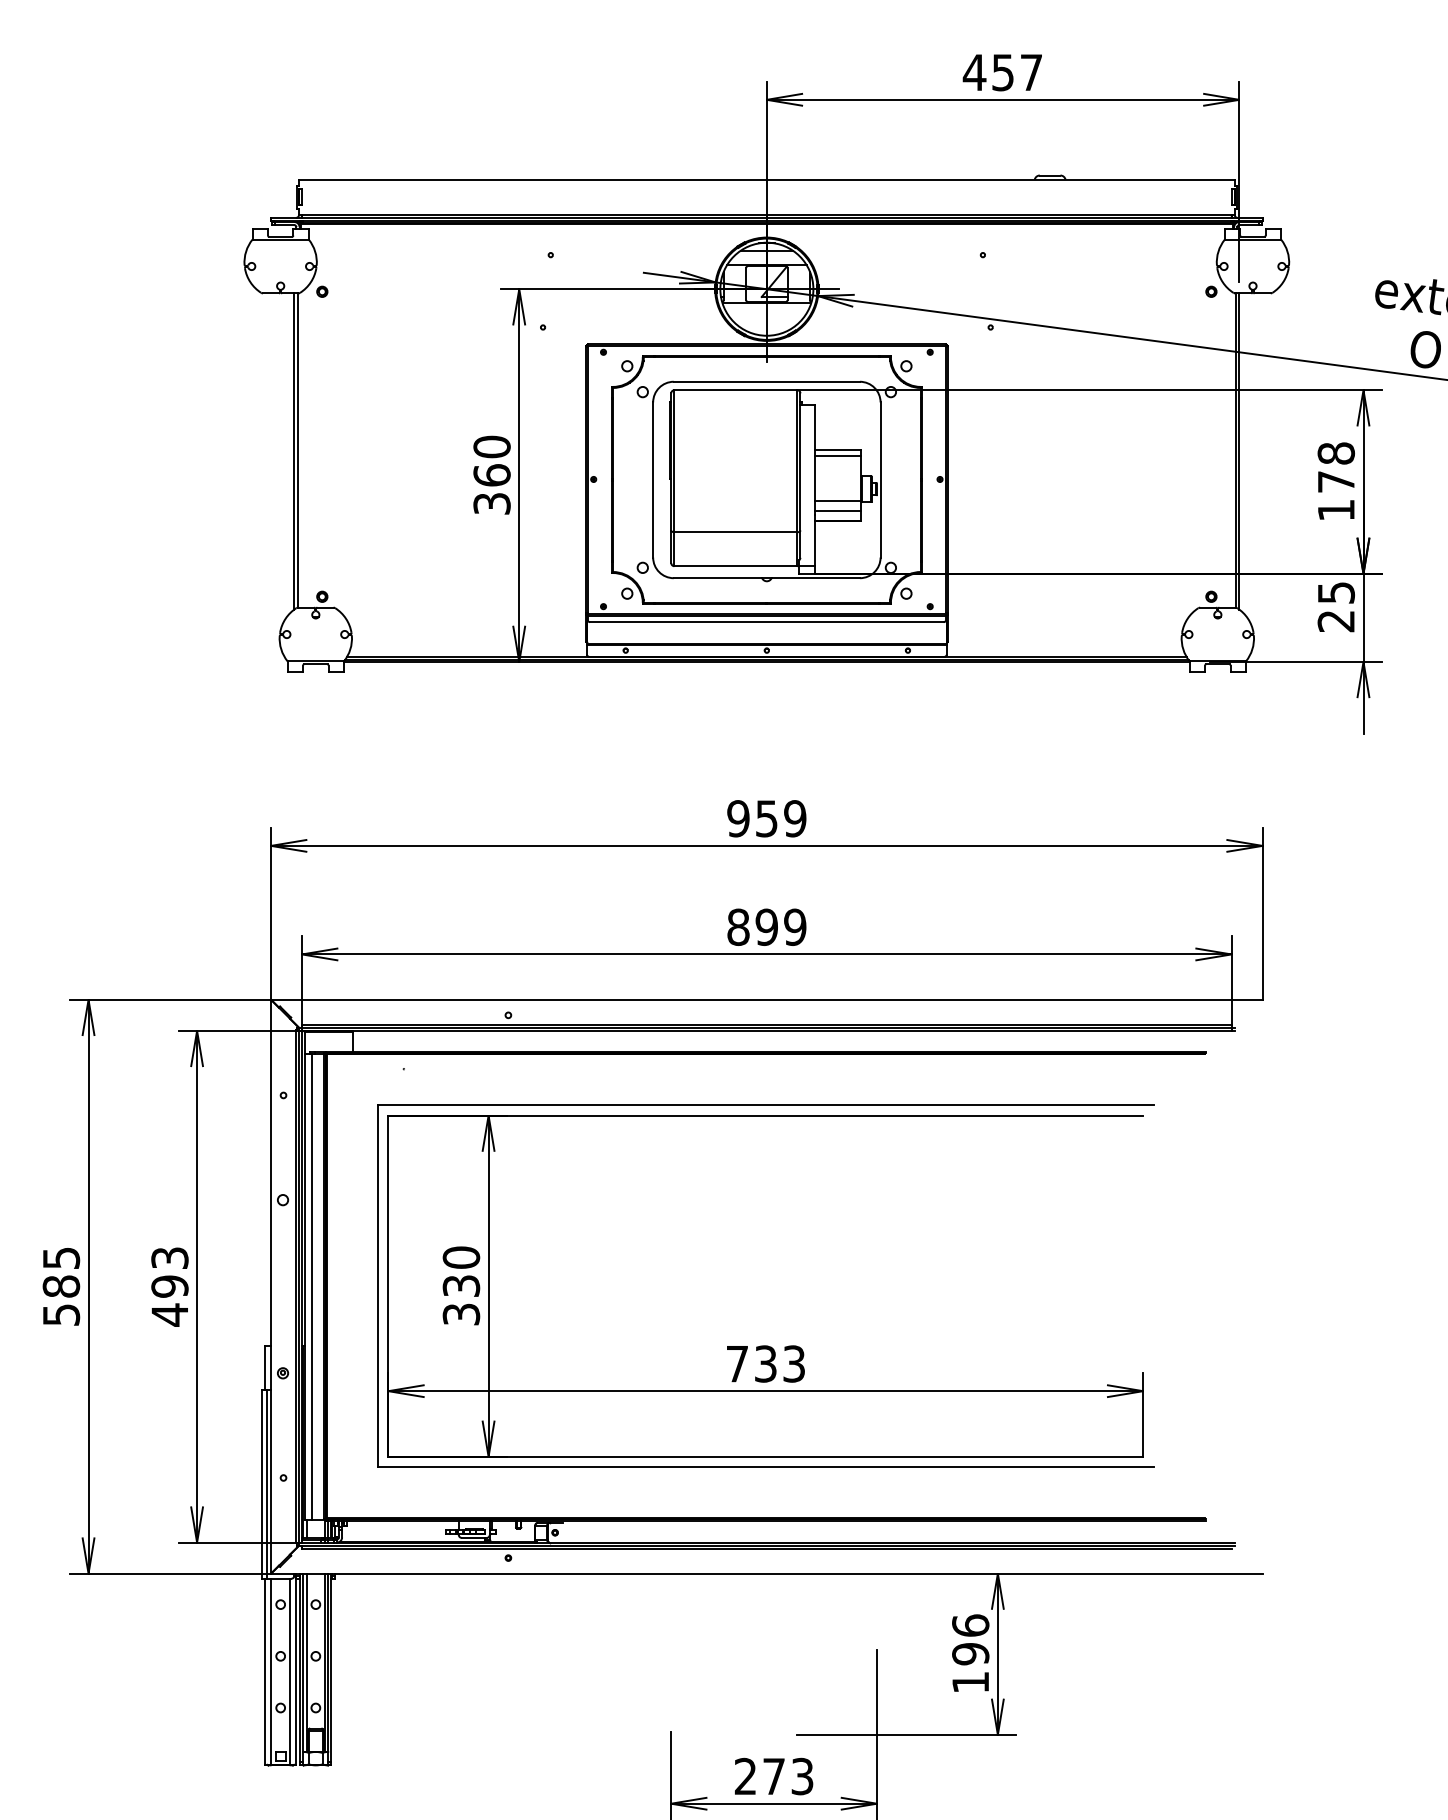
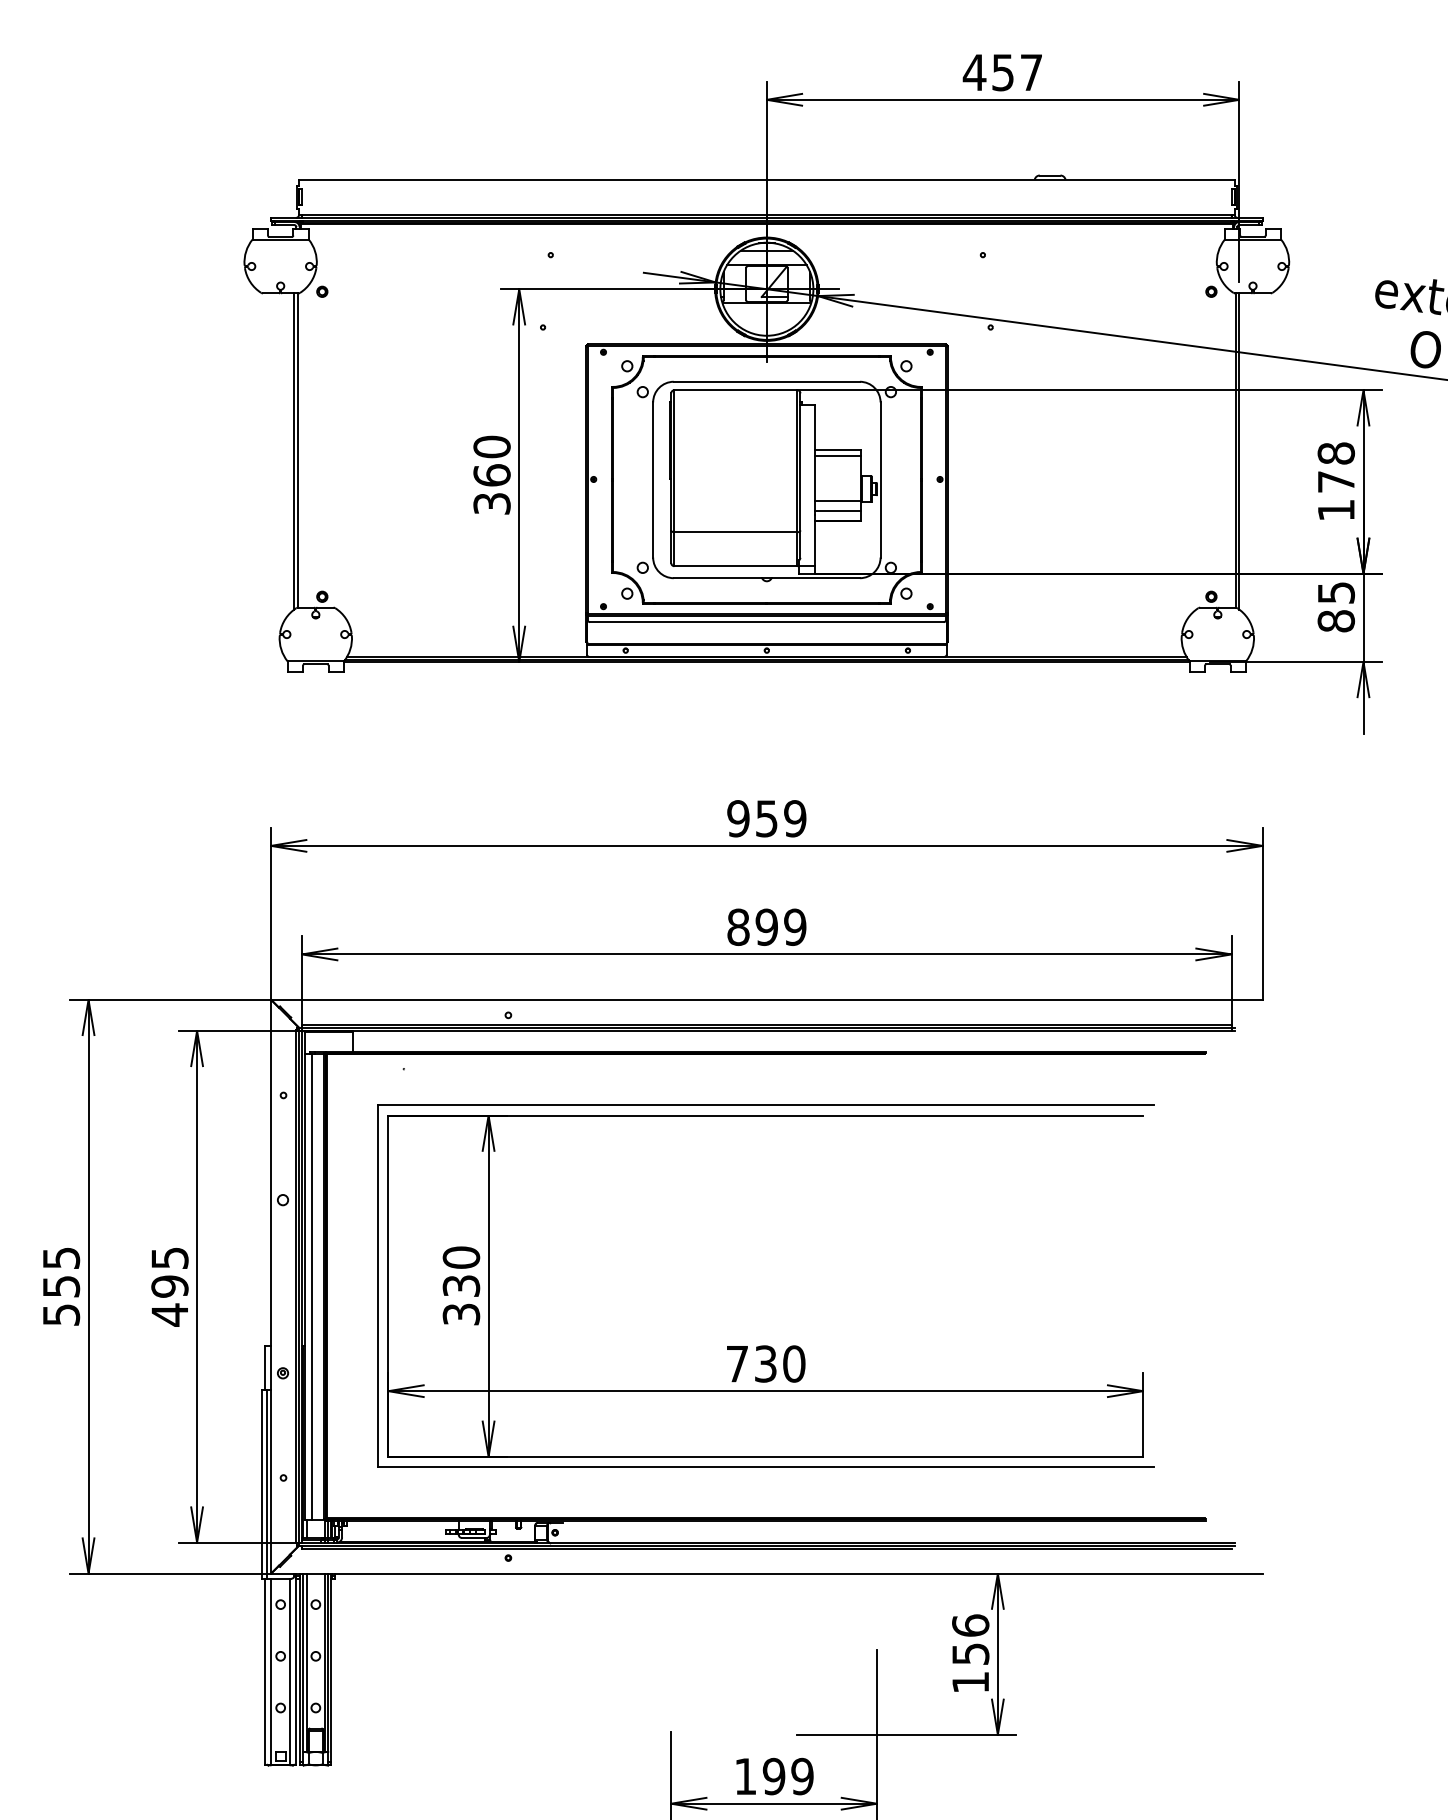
text at (1336, 621): 25 -> 85
text at (169, 1257): 493 -> 495
text at (61, 1286): 585 -> 555
text at (794, 1363): 733 -> 730
text at (970, 1654): 196 -> 156
text at (773, 1776): 273 -> 199
